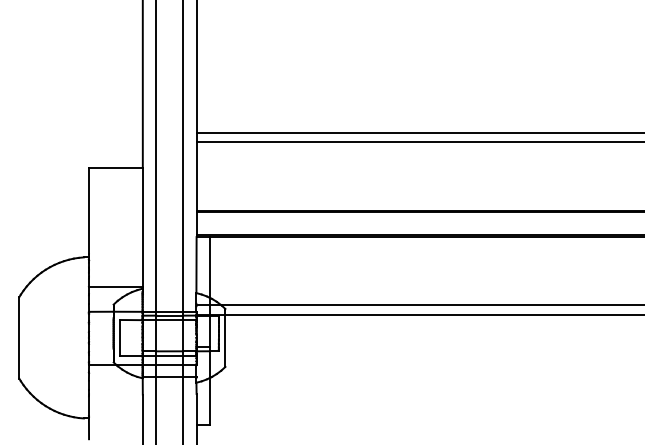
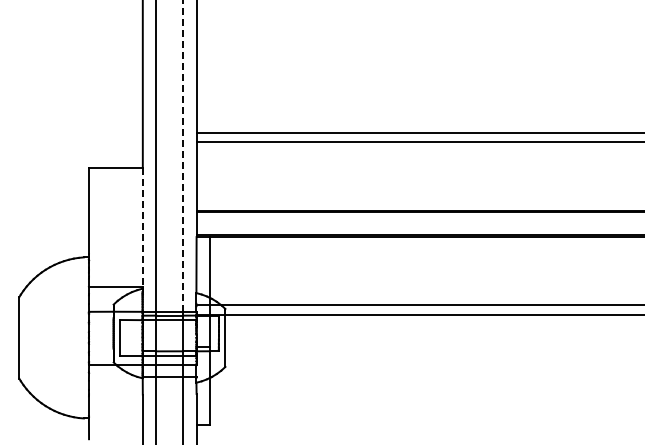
line at (183, 155): solid -> dashed
line at (142, 227): solid -> dashed
